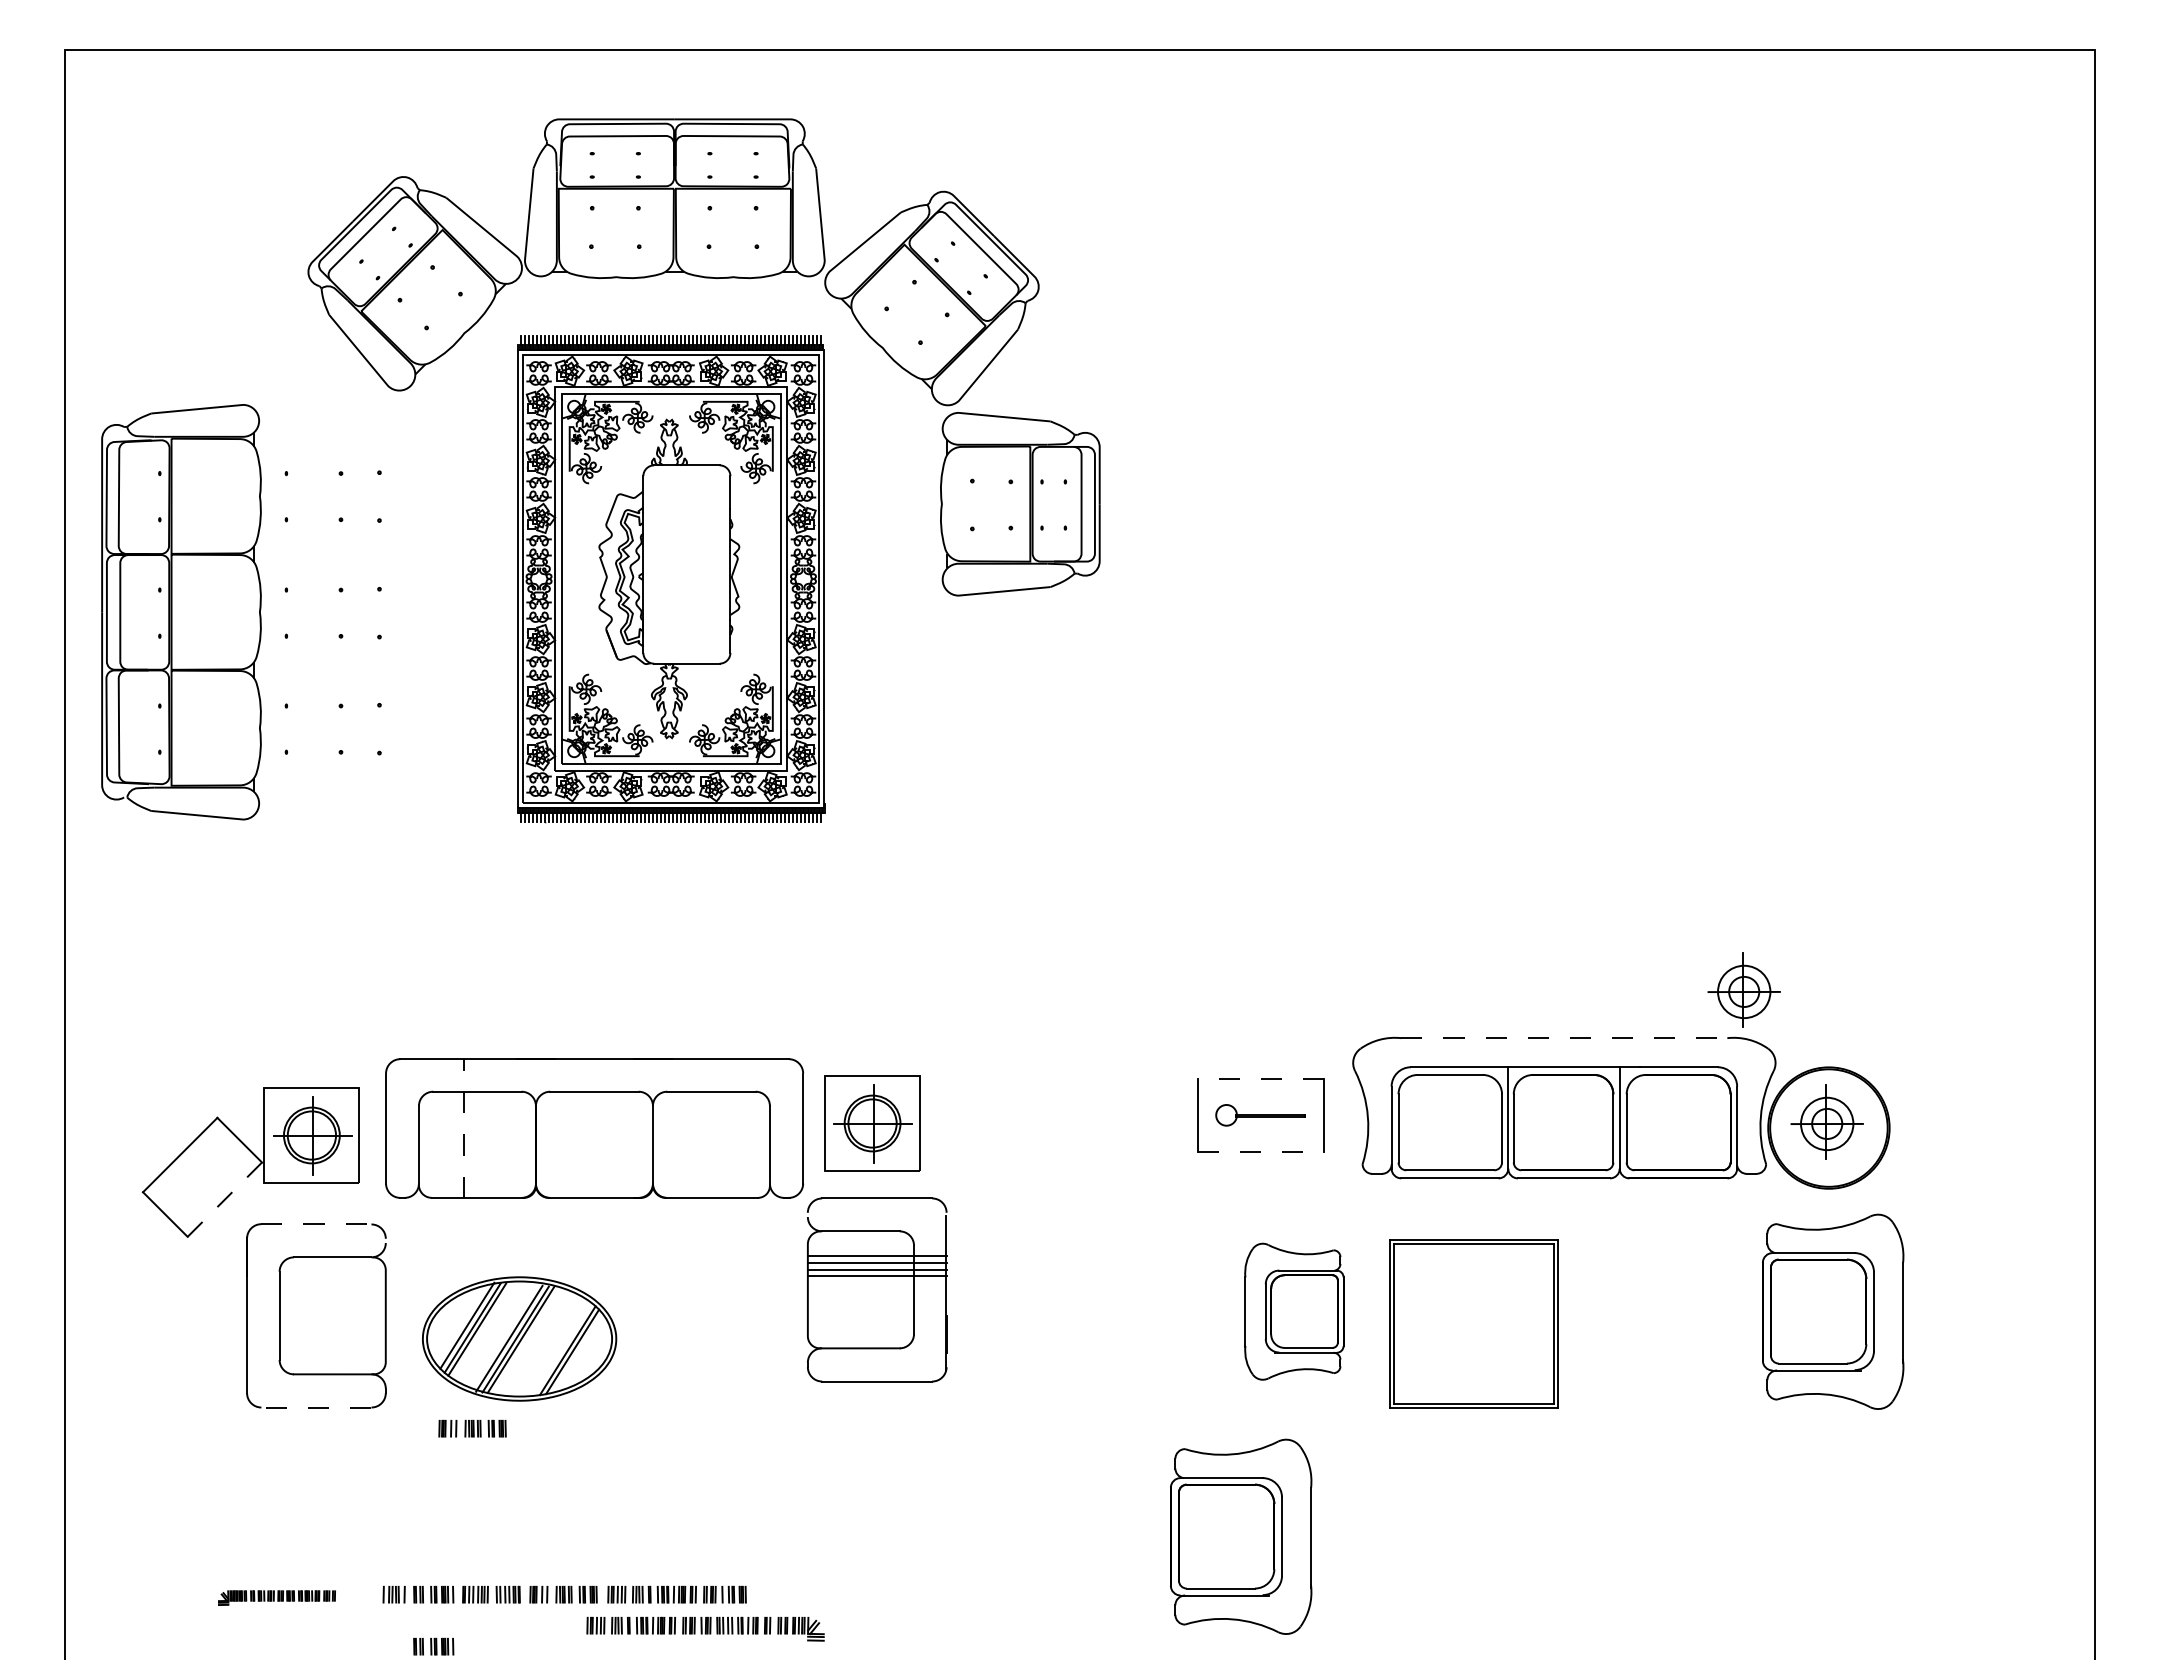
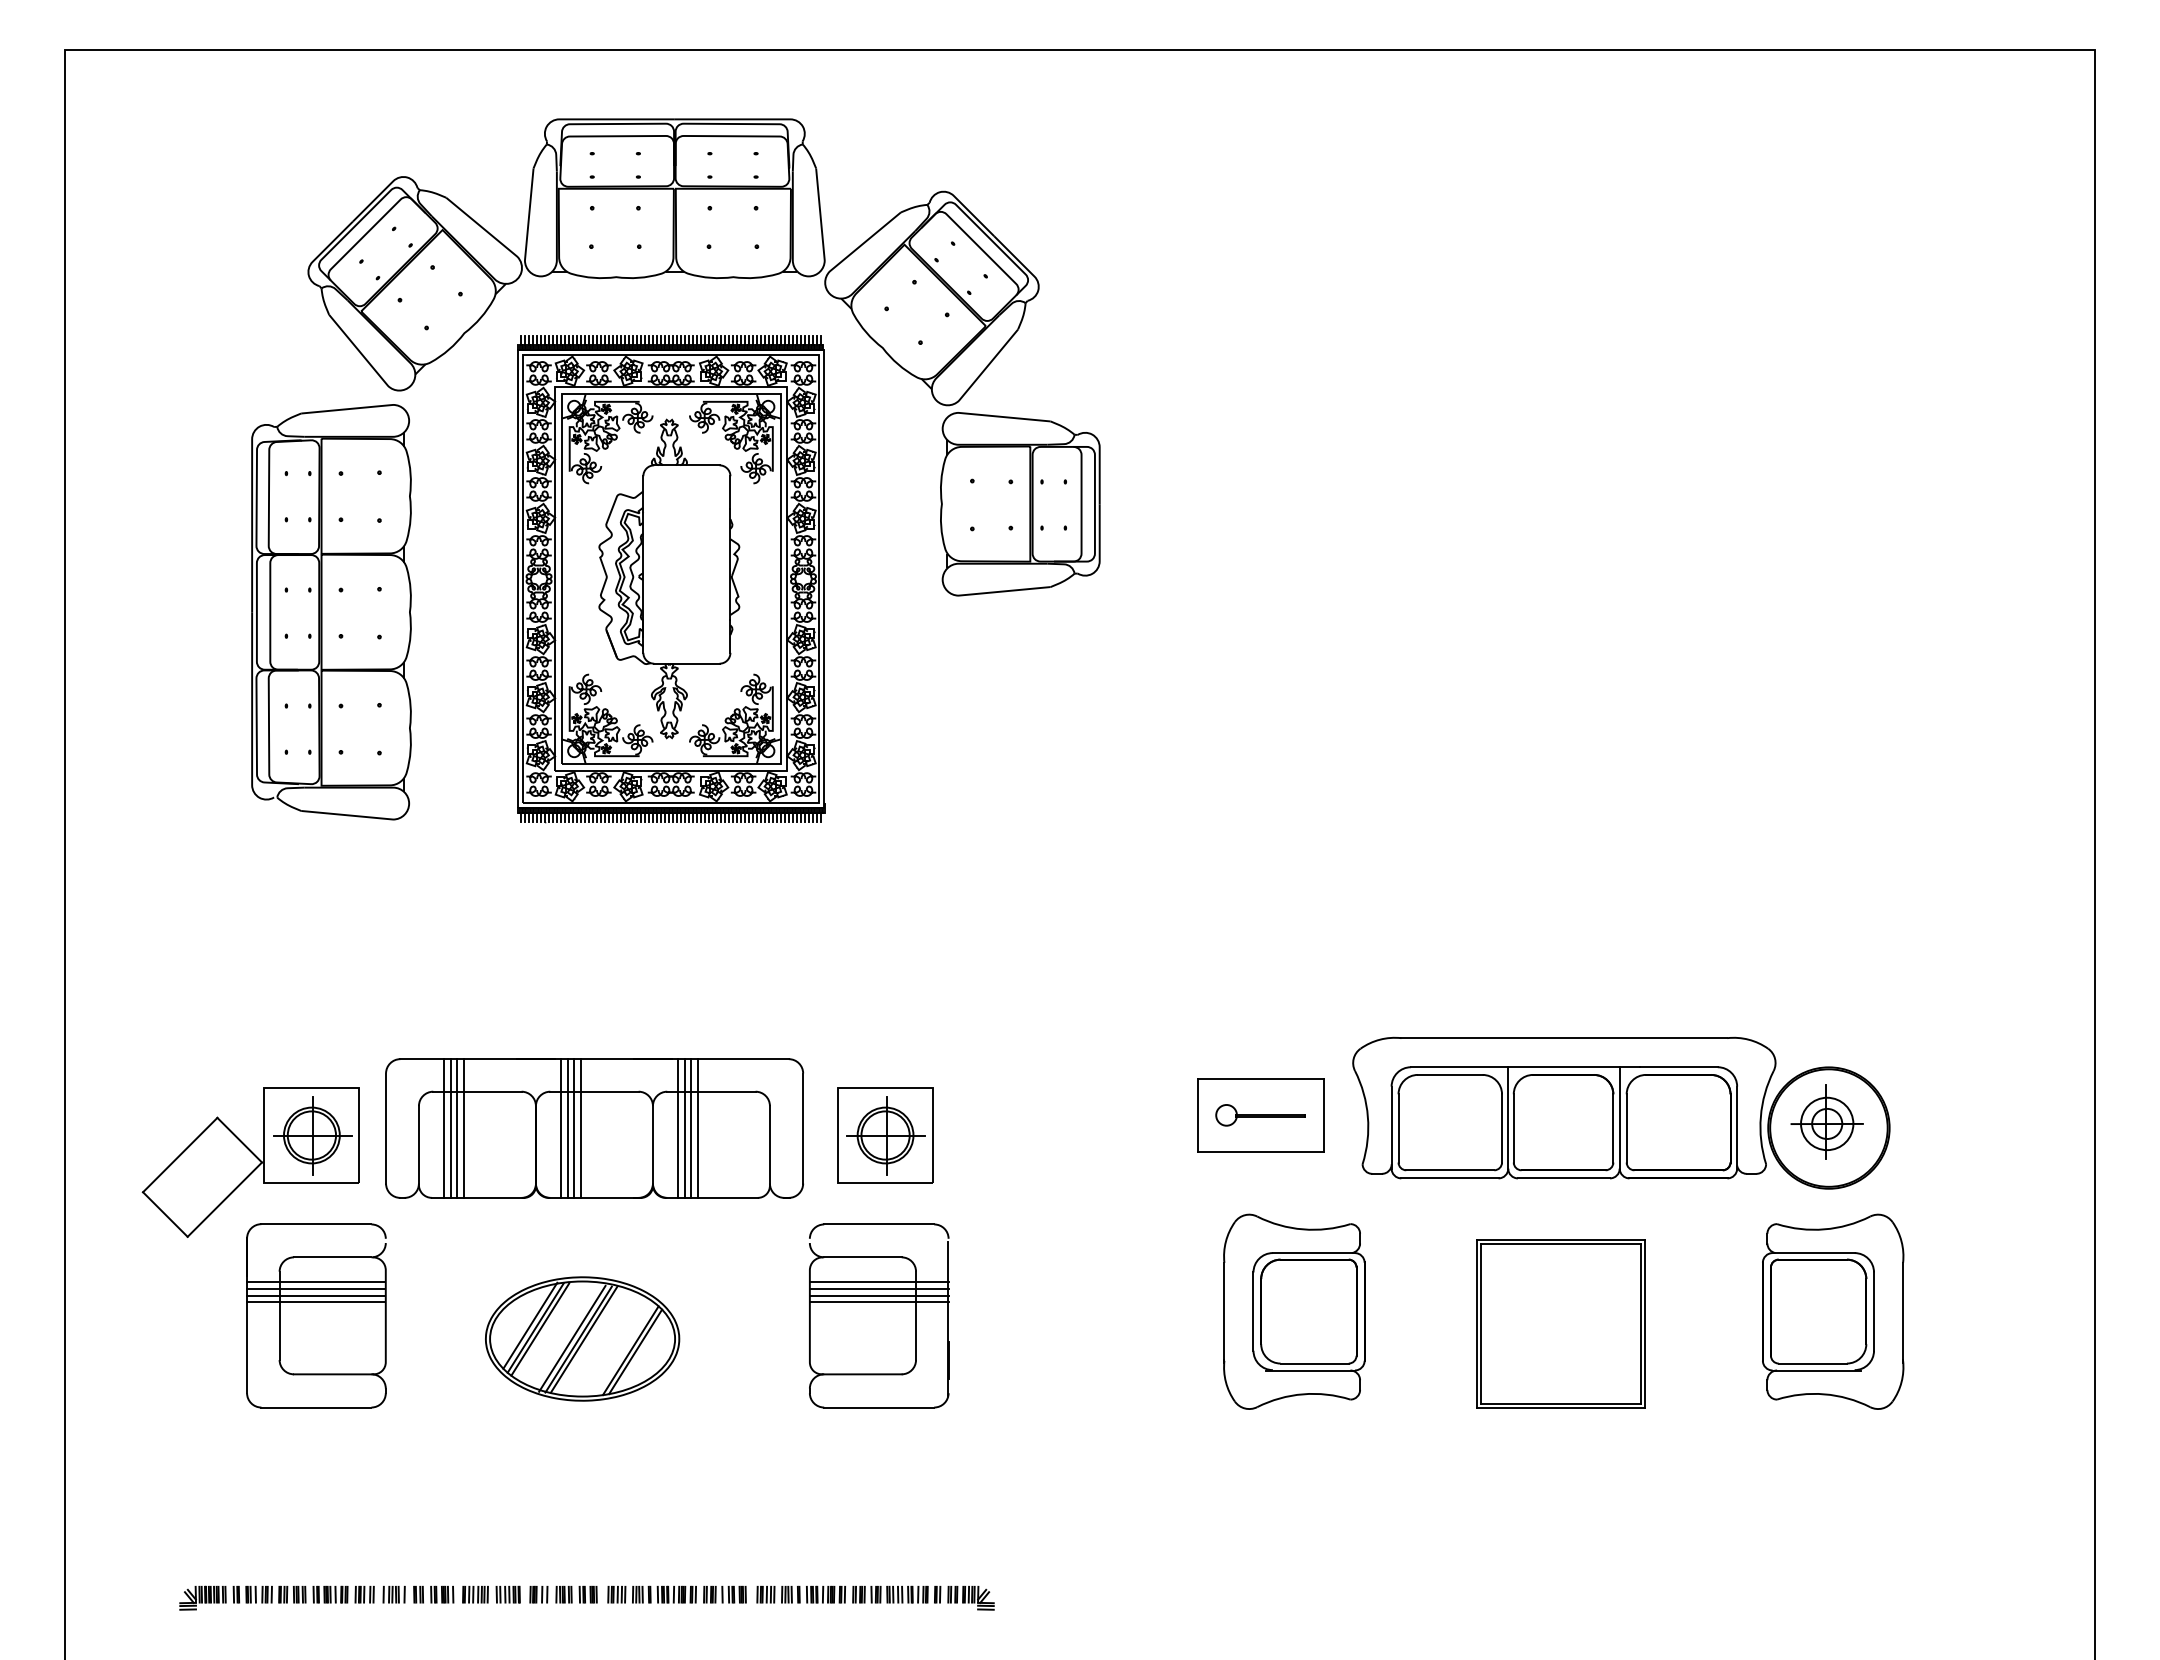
part at (181, 612) position: (181, 612) -> (331, 612)
part at (1743, 989): present -> none
line at (1564, 1038): dashed -> solid
line at (1260, 1078): dashed -> solid
part at (872, 1123) position: (872, 1123) -> (885, 1135)
line at (464, 1127): dashed -> solid
line at (444, 1128): none -> present
line at (450, 1128): none -> present
line at (457, 1128): none -> present
line at (561, 1128): none -> present
line at (567, 1128): none -> present
line at (574, 1128): none -> present
line at (581, 1128): none -> present
line at (678, 1128): none -> present
line at (684, 1128): none -> present
line at (691, 1128): none -> present
line at (698, 1128): none -> present
line at (1261, 1152): dashed -> solid
line at (224, 1199): dashed -> solid
line at (316, 1224): dashed -> solid
line at (316, 1282): none -> present
line at (316, 1289): none -> present
part at (877, 1289) position: (877, 1289) -> (879, 1315)
line at (316, 1295): none -> present
line at (316, 1302): none -> present
part at (1294, 1311) size: 101x139 px -> 143x197 px
part at (1473, 1323) position: (1473, 1323) -> (1560, 1323)
part at (519, 1338) position: (519, 1338) -> (582, 1338)
line at (315, 1407): dashed -> solid
part at (472, 1428): present -> none
part at (1241, 1536): present -> none
part at (276, 1597) size: 118x16 px -> 196x26 px
part at (705, 1628) position: (705, 1628) -> (875, 1597)
part at (433, 1646): present -> none
